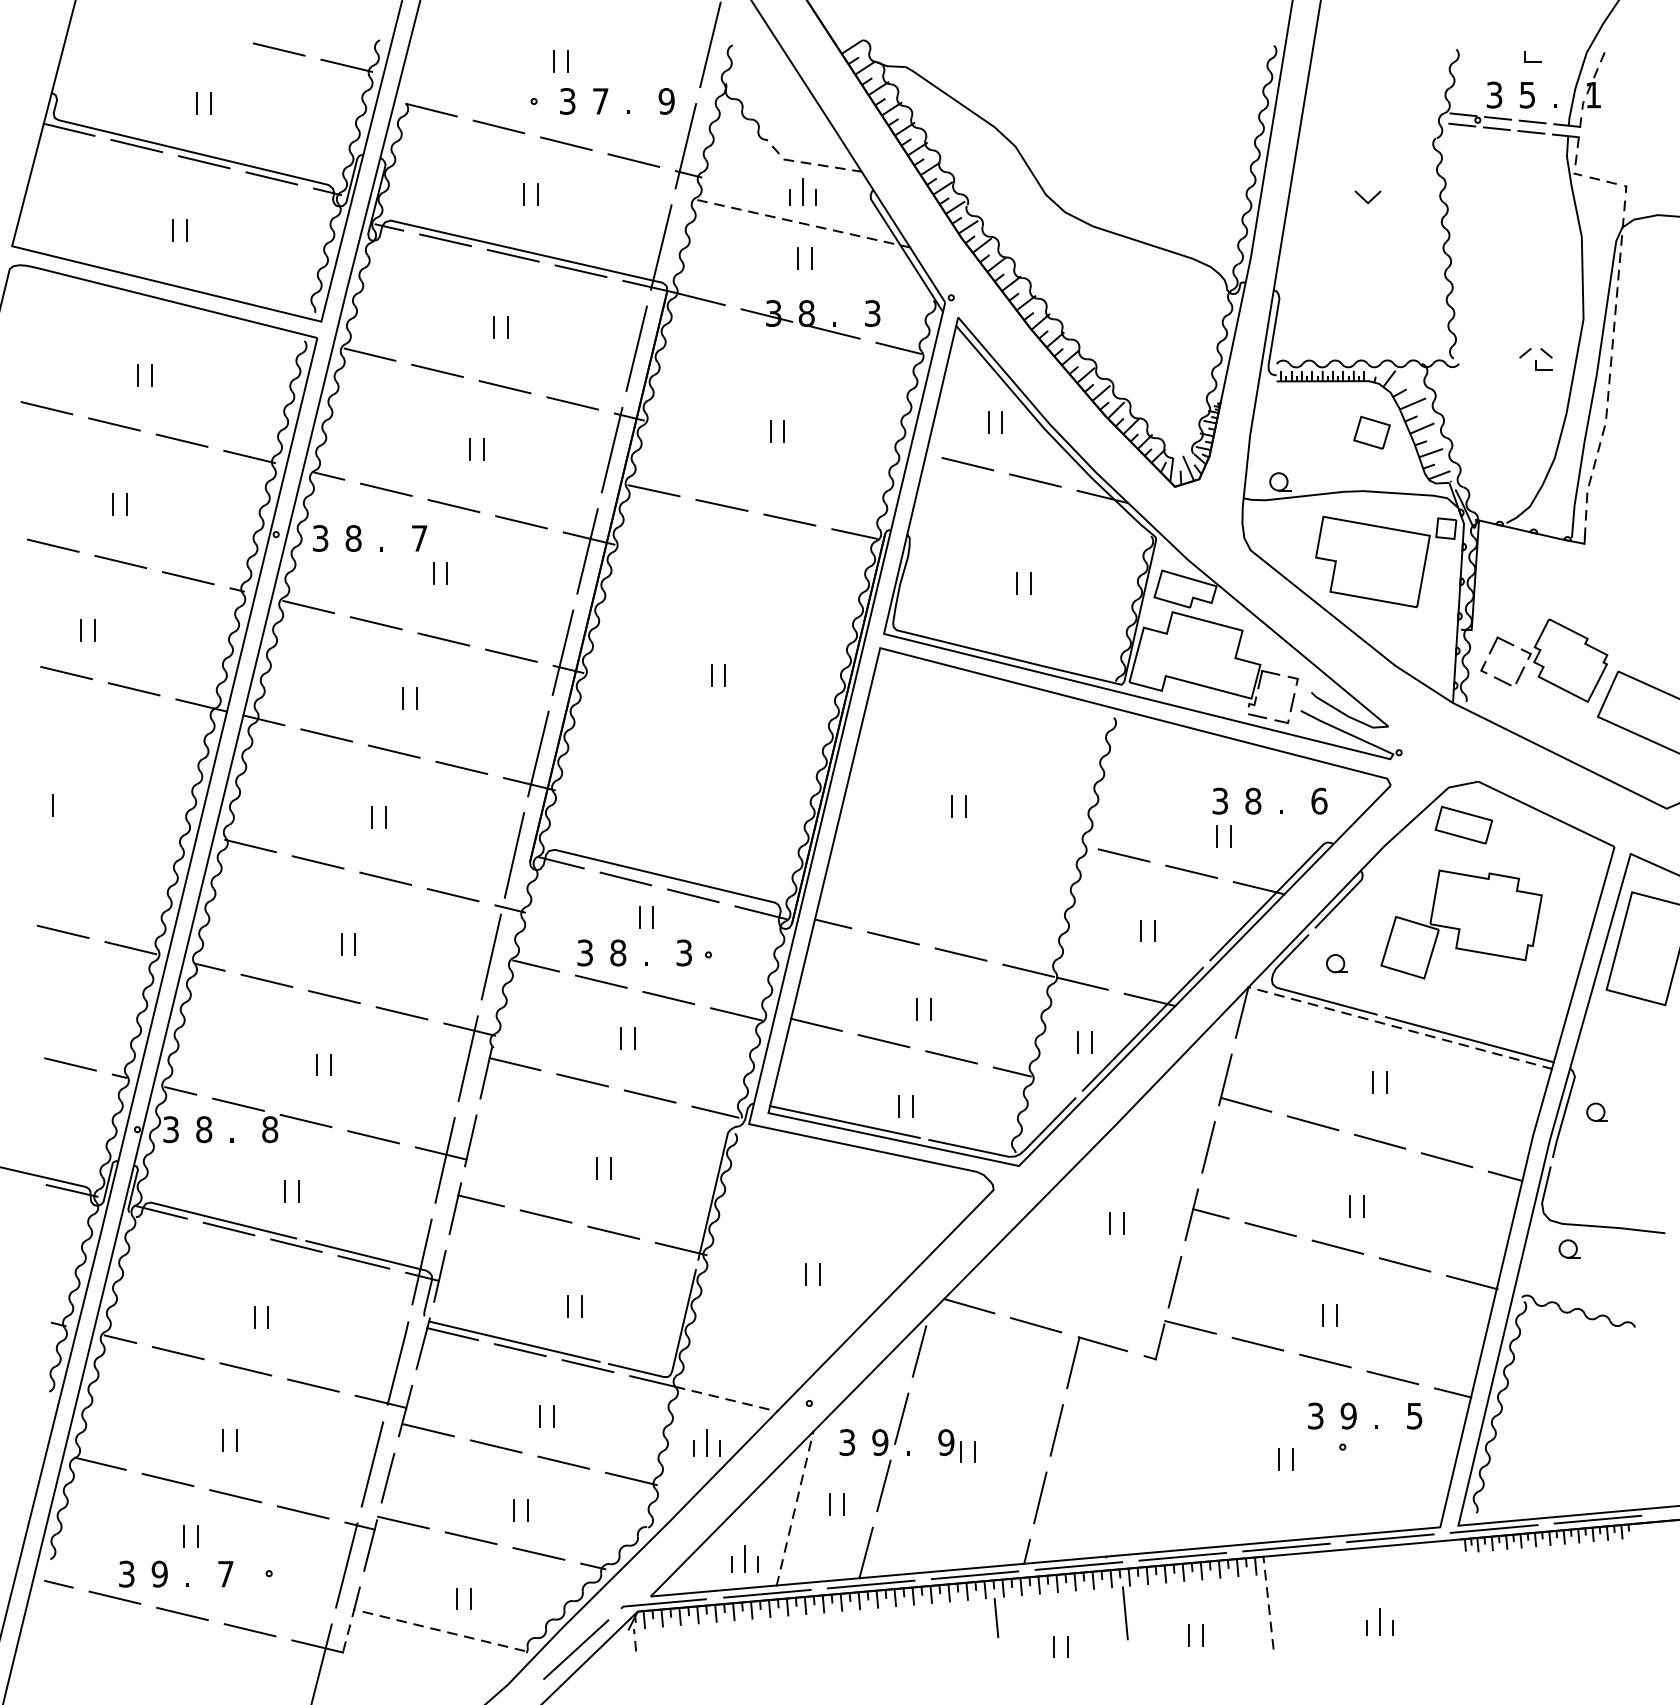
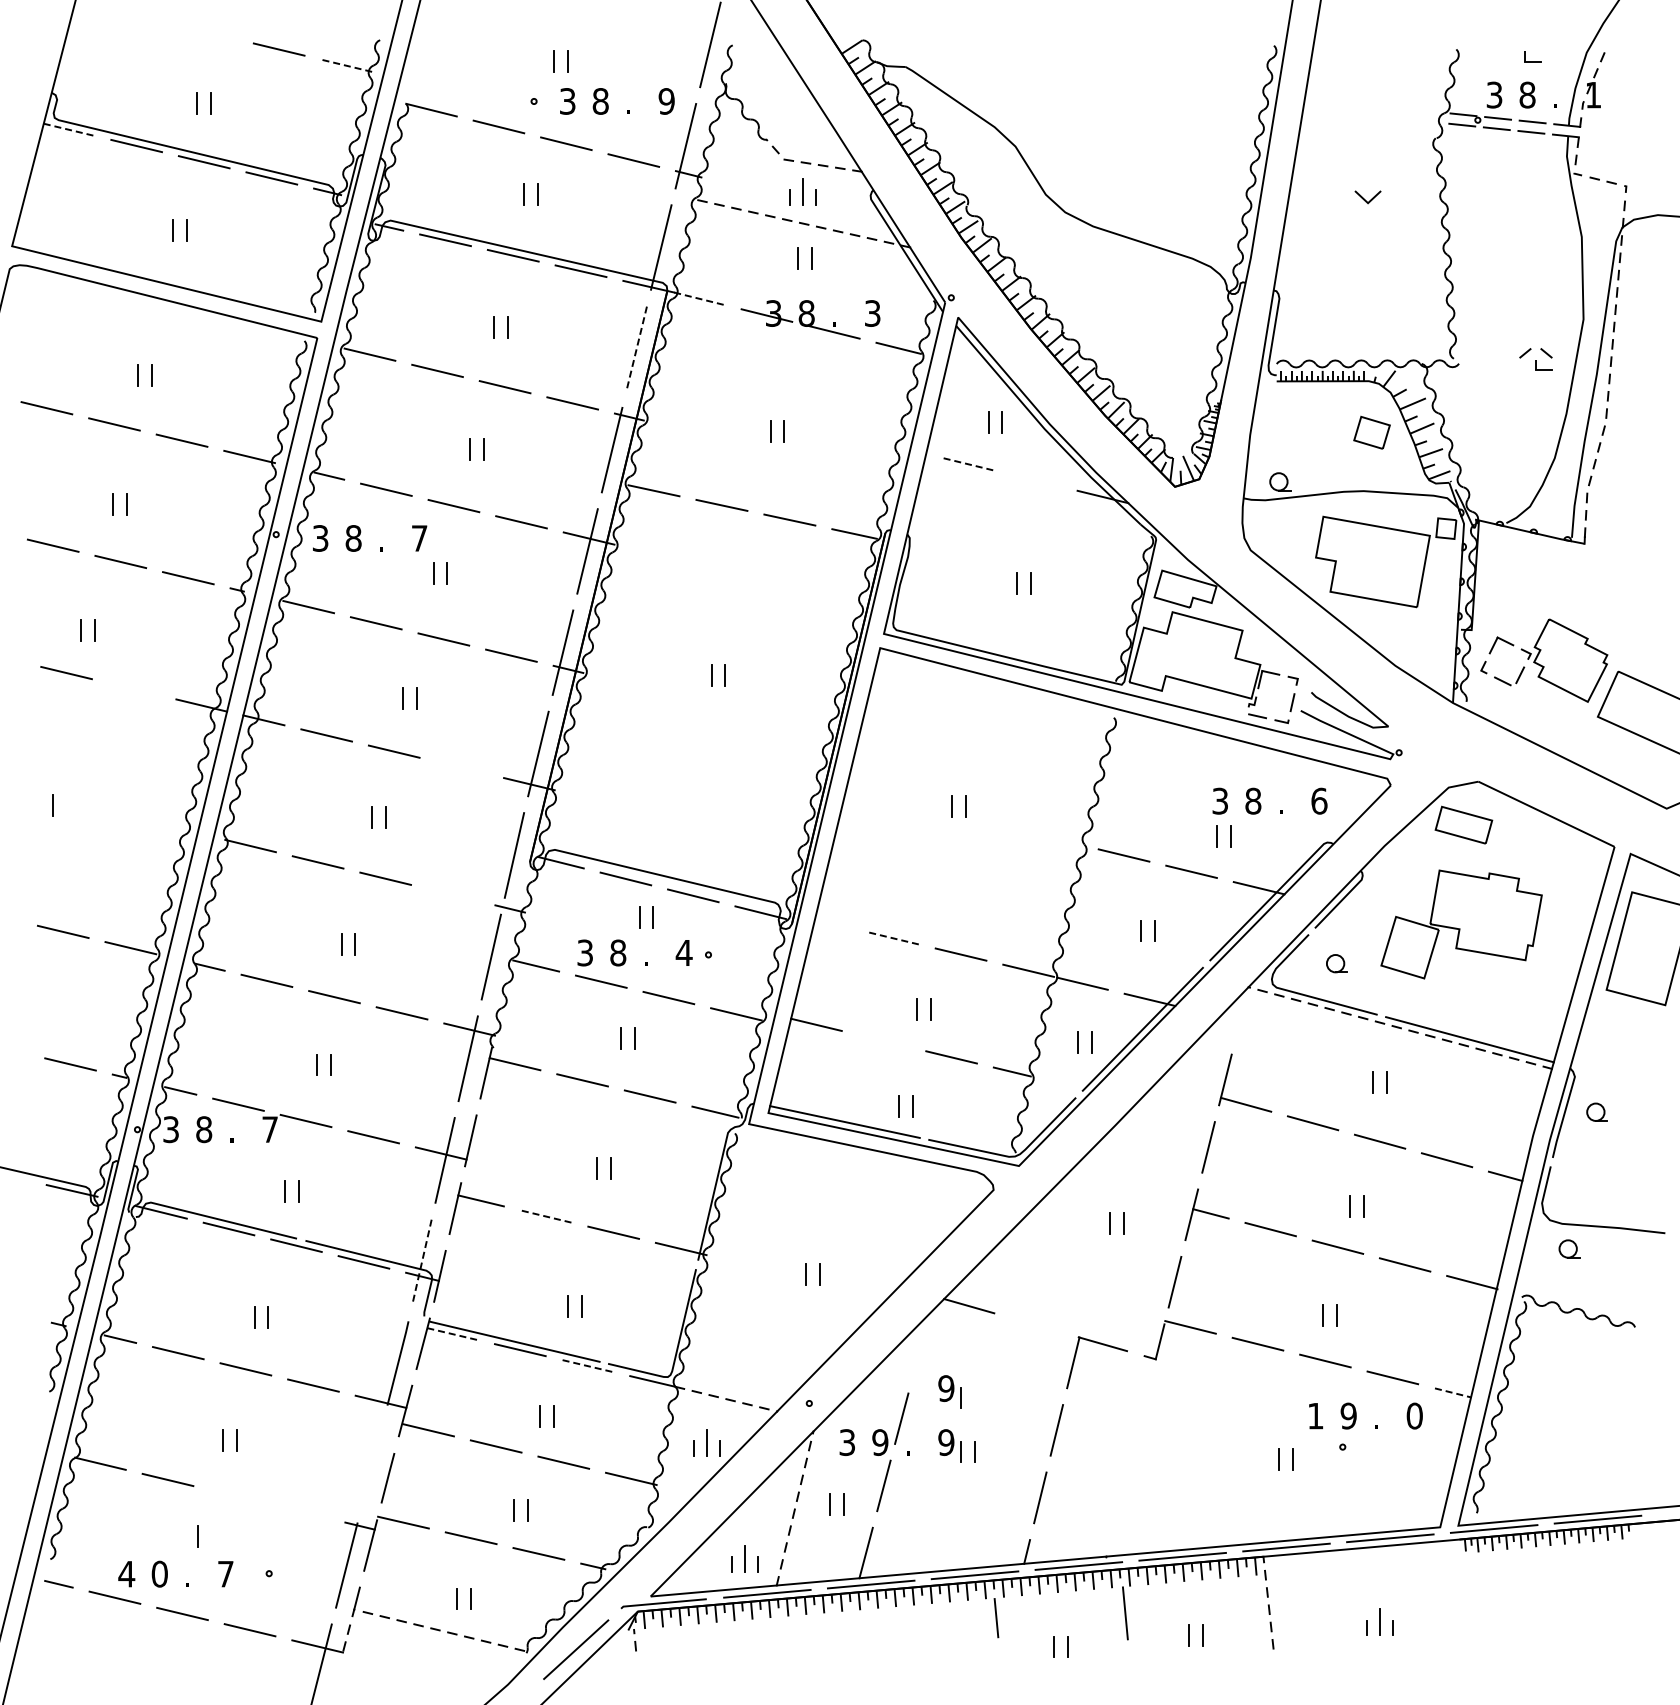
line at (346, 65): solid -> dashed
text at (1527, 94): 5 -> 8
text at (600, 101): 7 -> 8
line at (69, 129): solid -> dashed
line at (699, 298): solid -> dashed
line at (636, 349): solid -> dashed
line at (967, 464): solid -> dashed
line at (1035, 480): present -> none
line at (133, 689): present -> none
line at (461, 767): present -> none
line at (452, 895): present -> none
line at (832, 923): present -> none
line at (892, 938): solid -> dashed
text at (683, 952): 3 -> 4
line at (1241, 1012): present -> none
line at (883, 1041): present -> none
text at (270, 1129): 8 -> 7
line at (545, 1216): solid -> dashed
line at (421, 1262): solid -> dashed
line at (1036, 1325): present -> none
line at (453, 1334): solid -> dashed
line at (919, 1351): present -> none
line at (588, 1366): solid -> dashed
part at (949, 1391): none -> present
line at (1453, 1392): solid -> dashed
text at (1315, 1415): 3 -> 1
text at (1414, 1415): 5 -> 0
line at (372, 1464): present -> none
line at (235, 1496): present -> none
line at (302, 1512): present -> none
line at (183, 1536): present -> none
text at (126, 1573): 3 -> 4
text at (159, 1574): 9 -> 0
